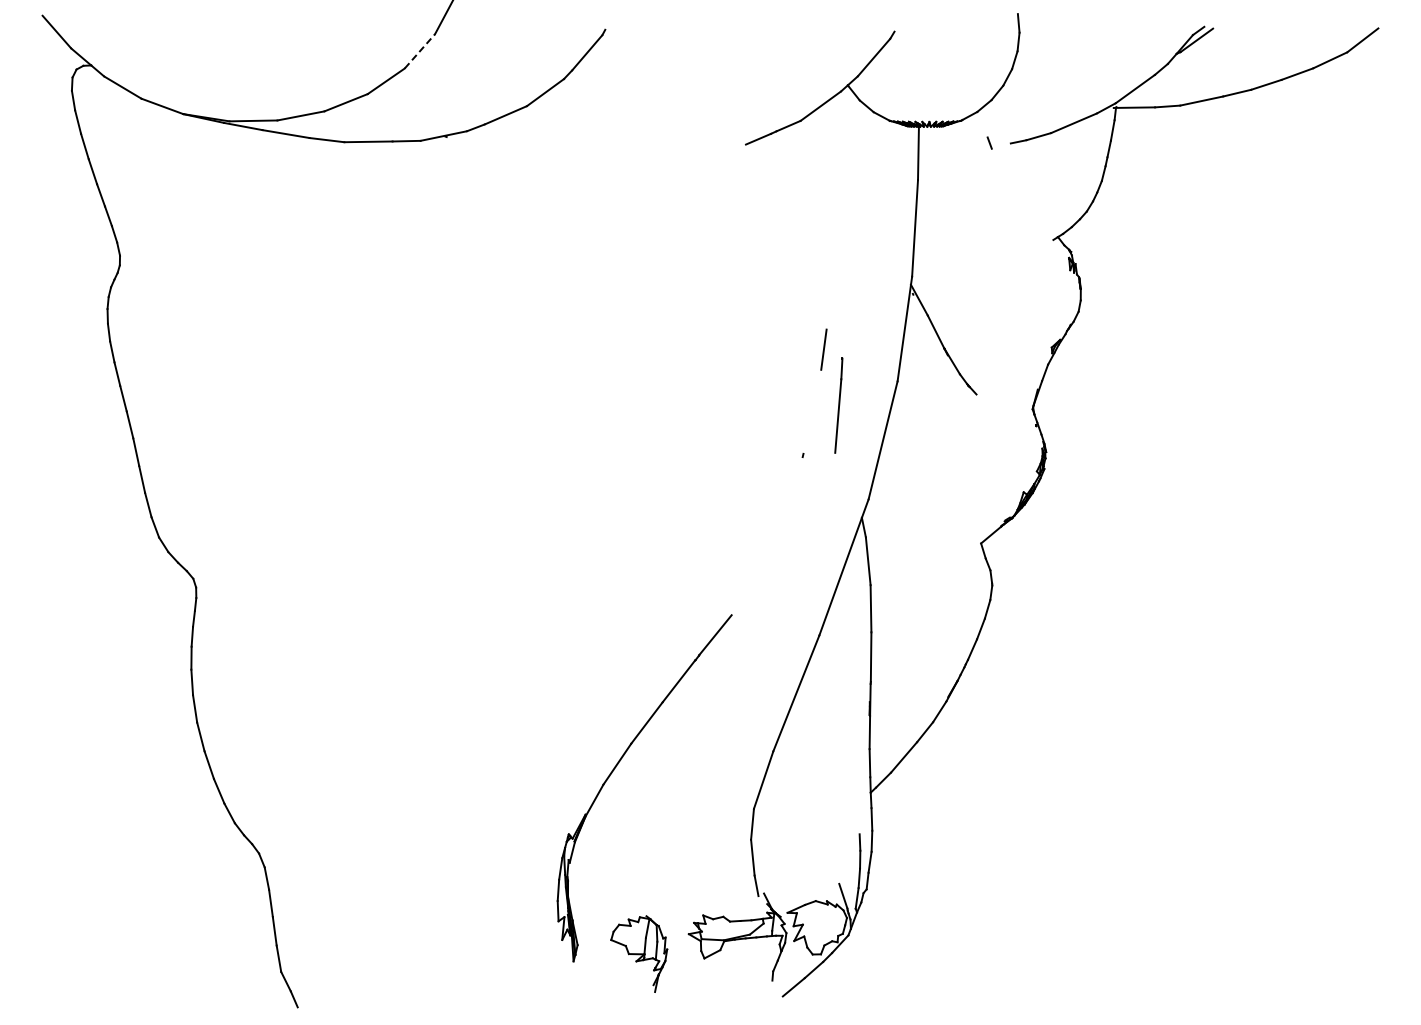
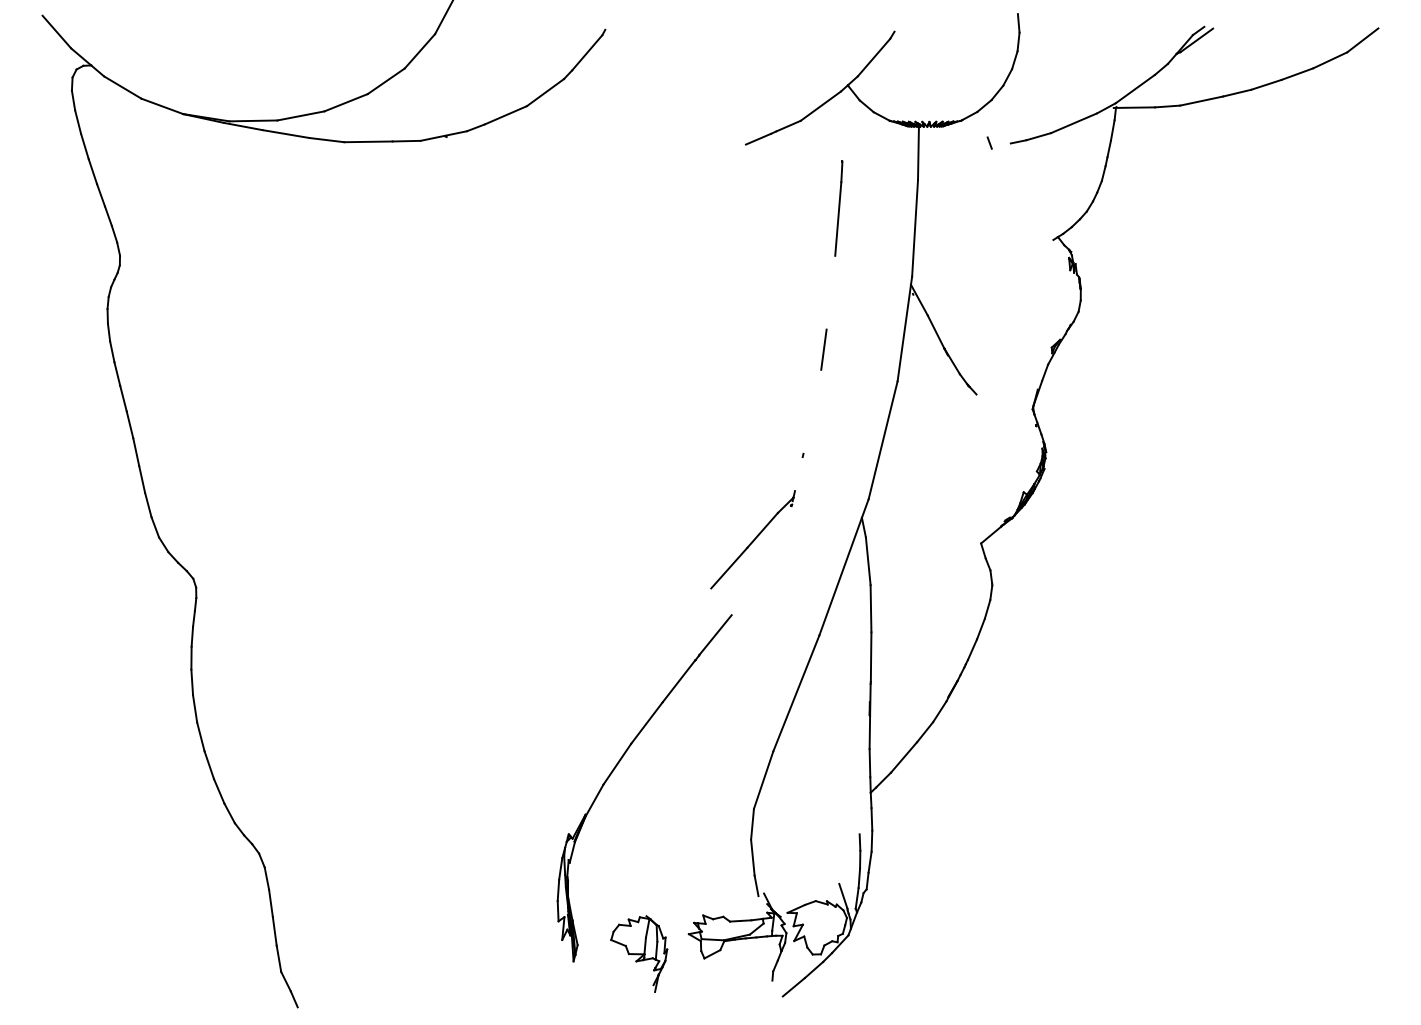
line at (419, 51): dashed -> solid
line at (838, 405) position: (838, 405) -> (838, 208)
part at (752, 539): none -> present
